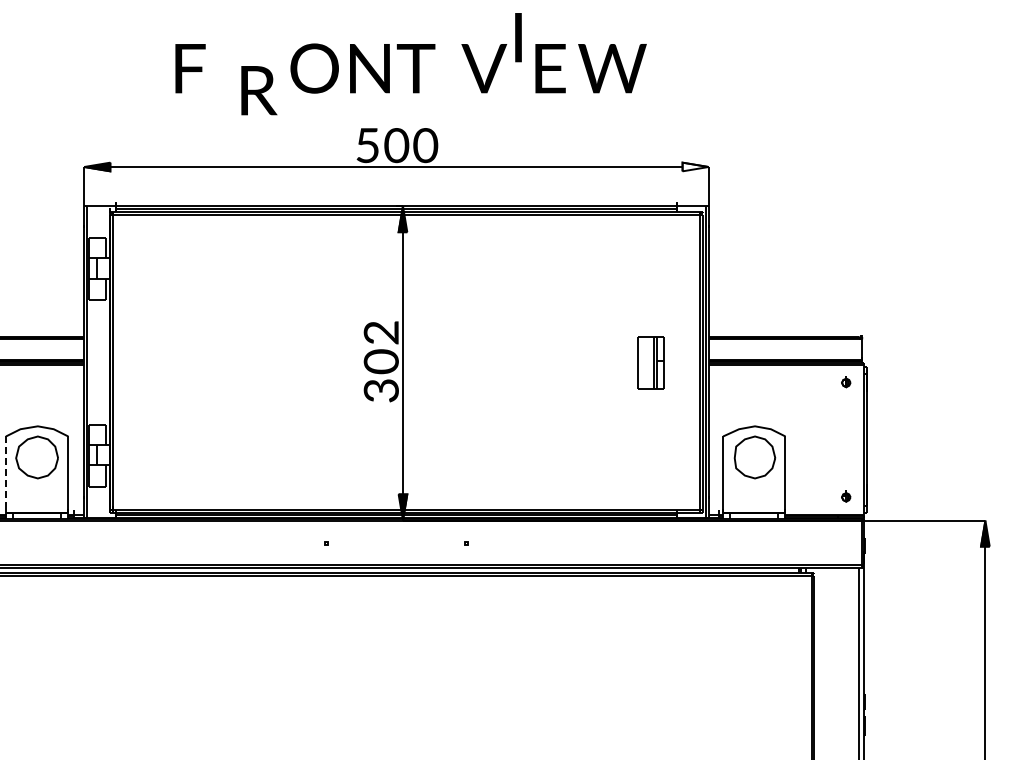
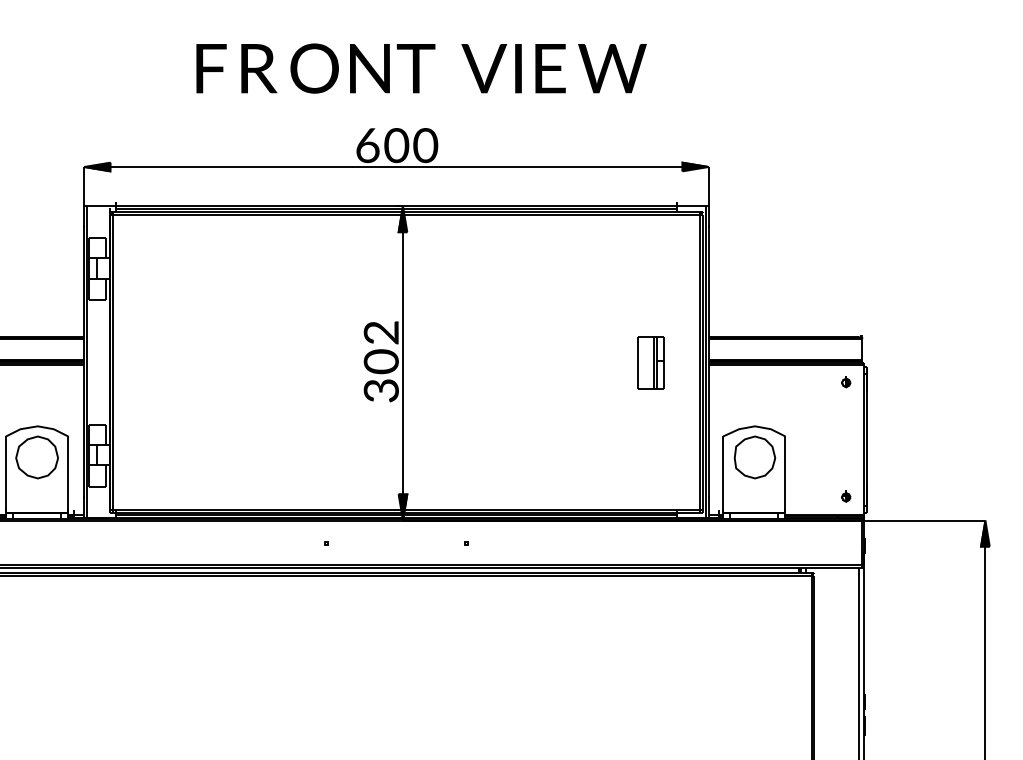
text at (518, 37) position: (518, 37) -> (518, 68)
text at (190, 68) position: (190, 68) -> (211, 68)
text at (259, 90) position: (259, 90) -> (259, 68)
text at (367, 145): 5 -> 6
fill at (695, 166): none -> present
line at (5, 475): dashed -> solid
